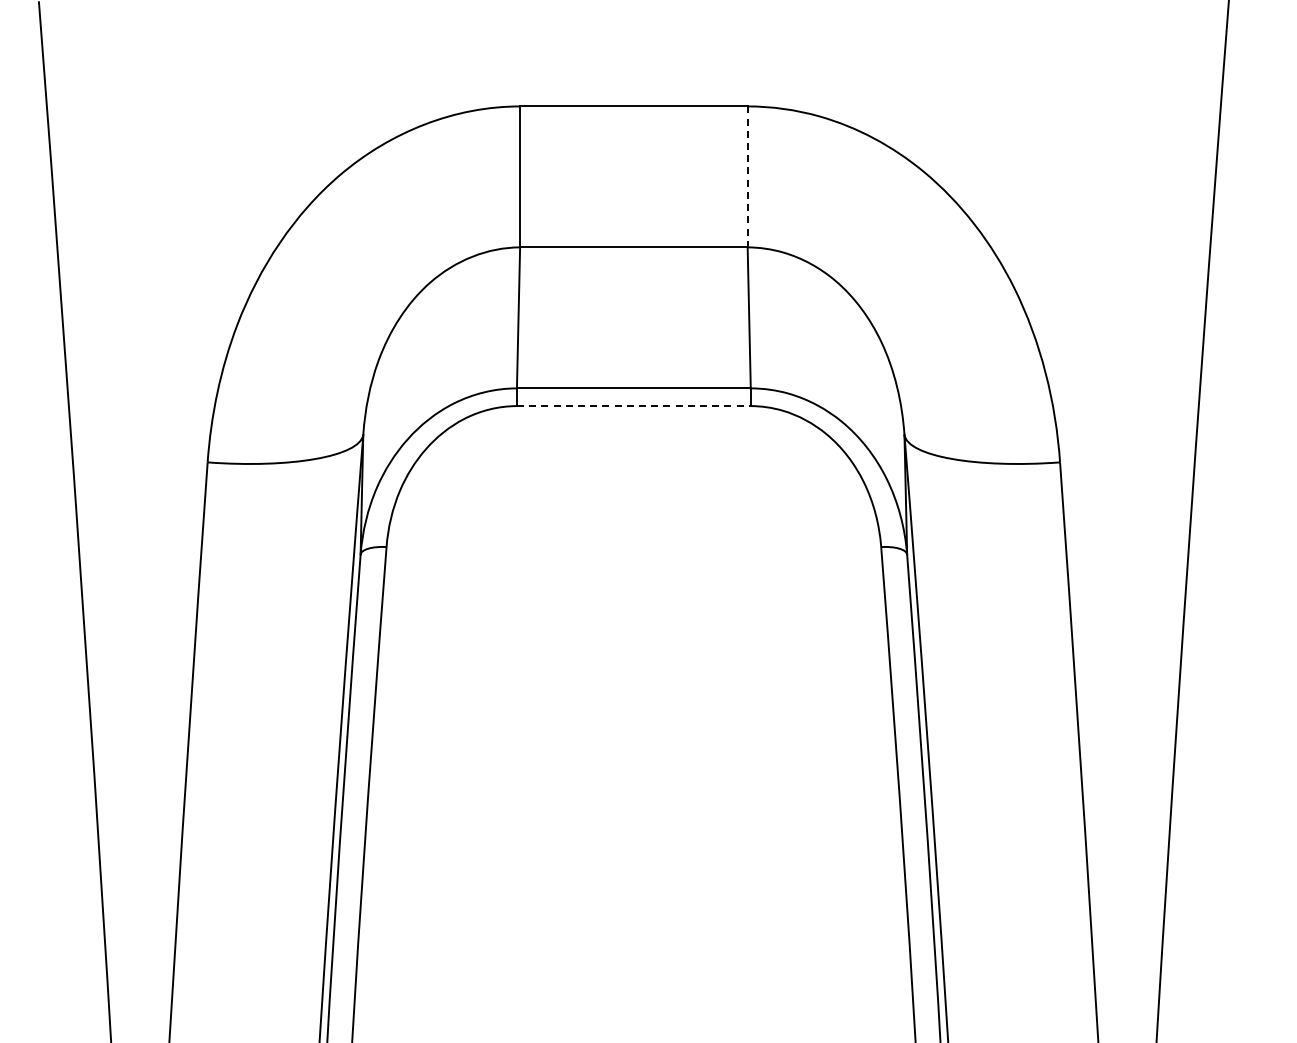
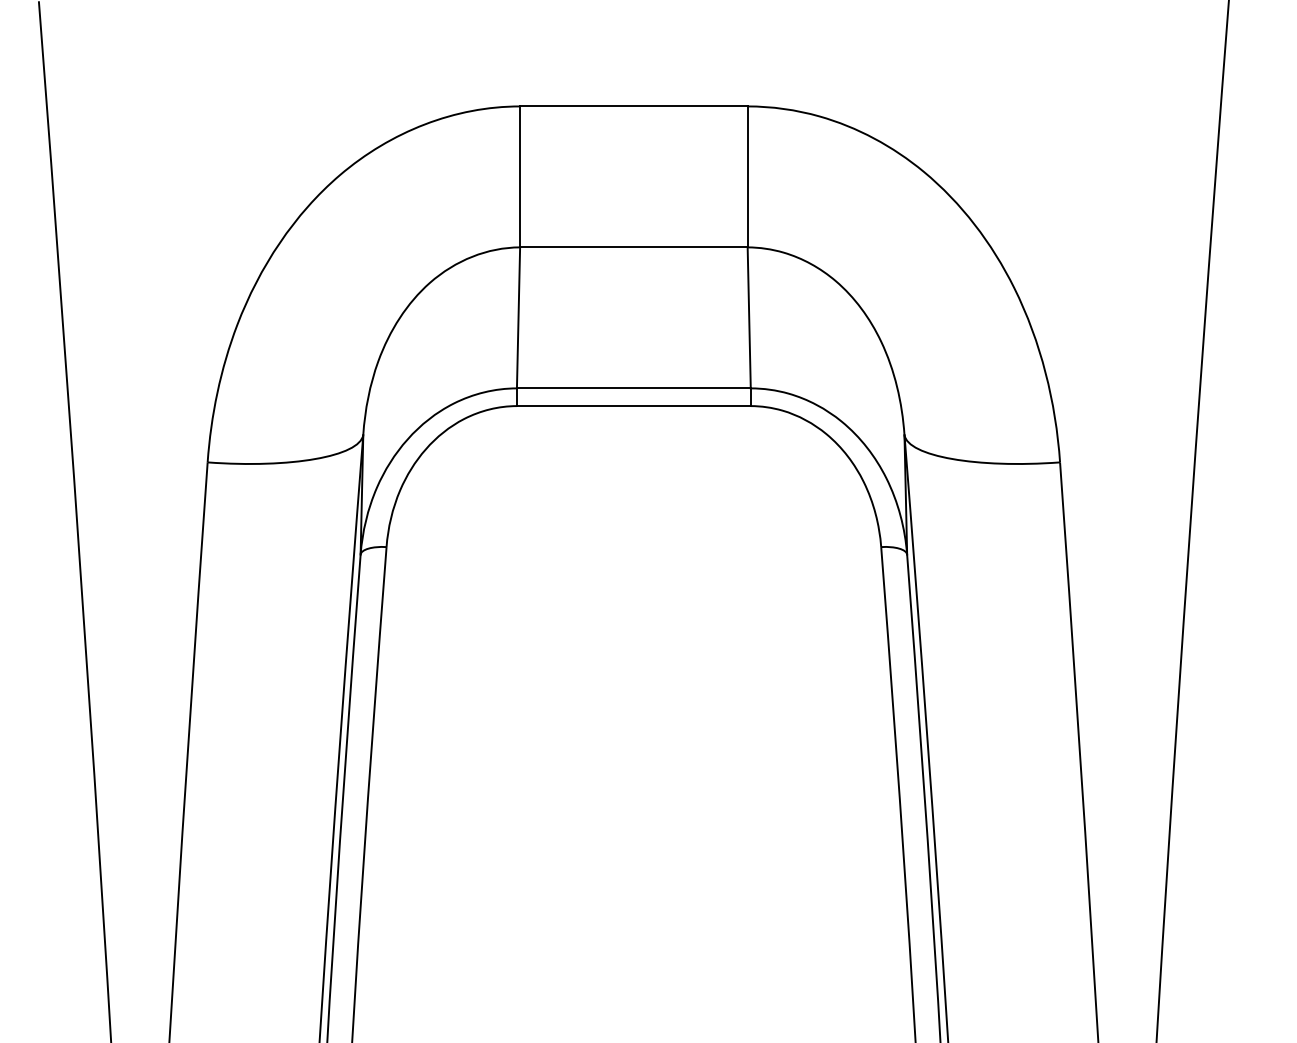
line at (747, 177): dashed -> solid
line at (633, 406): dashed -> solid
